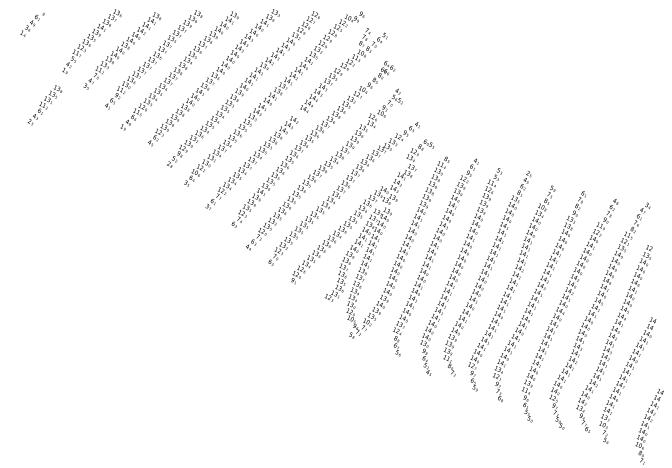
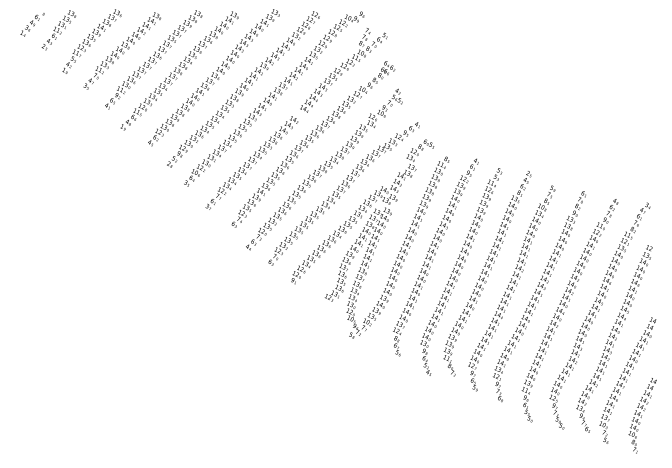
text at (44, 105) position: (44, 105) -> (58, 30)
text at (649, 426) position: (649, 426) -> (642, 415)
